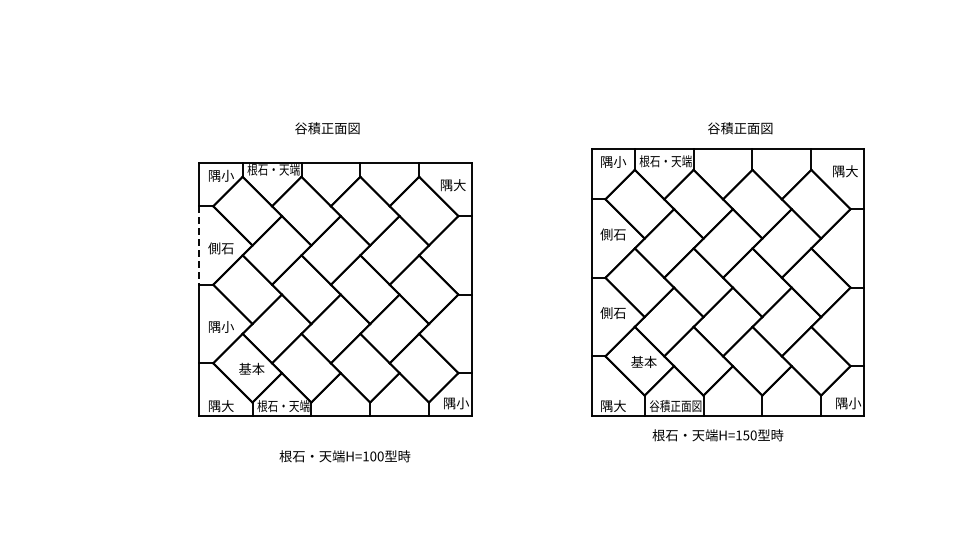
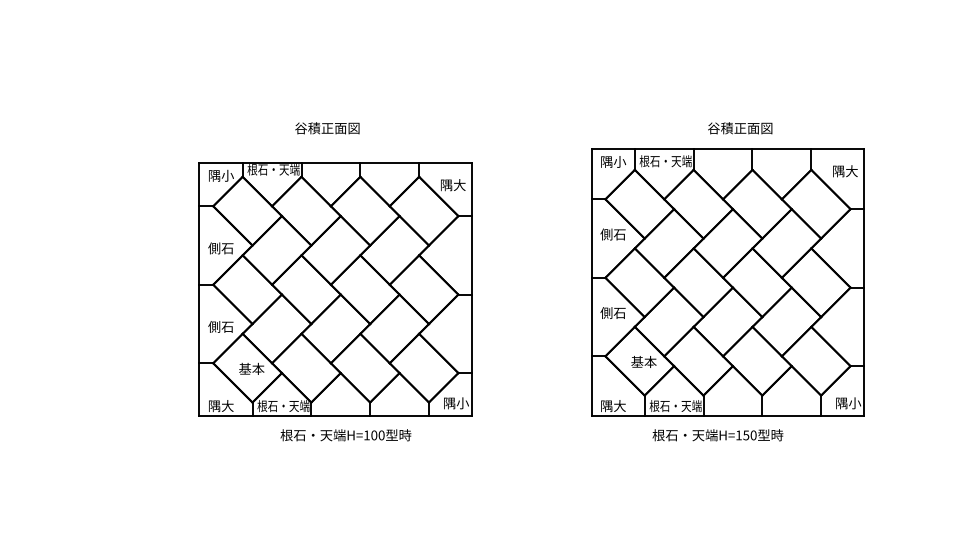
line at (199, 245): dashed -> solid
text at (220, 326): 隅小 -> 側石
text at (675, 405): 谷積正面図 -> 根石・天端
text at (344, 456) position: (344, 456) -> (345, 435)
